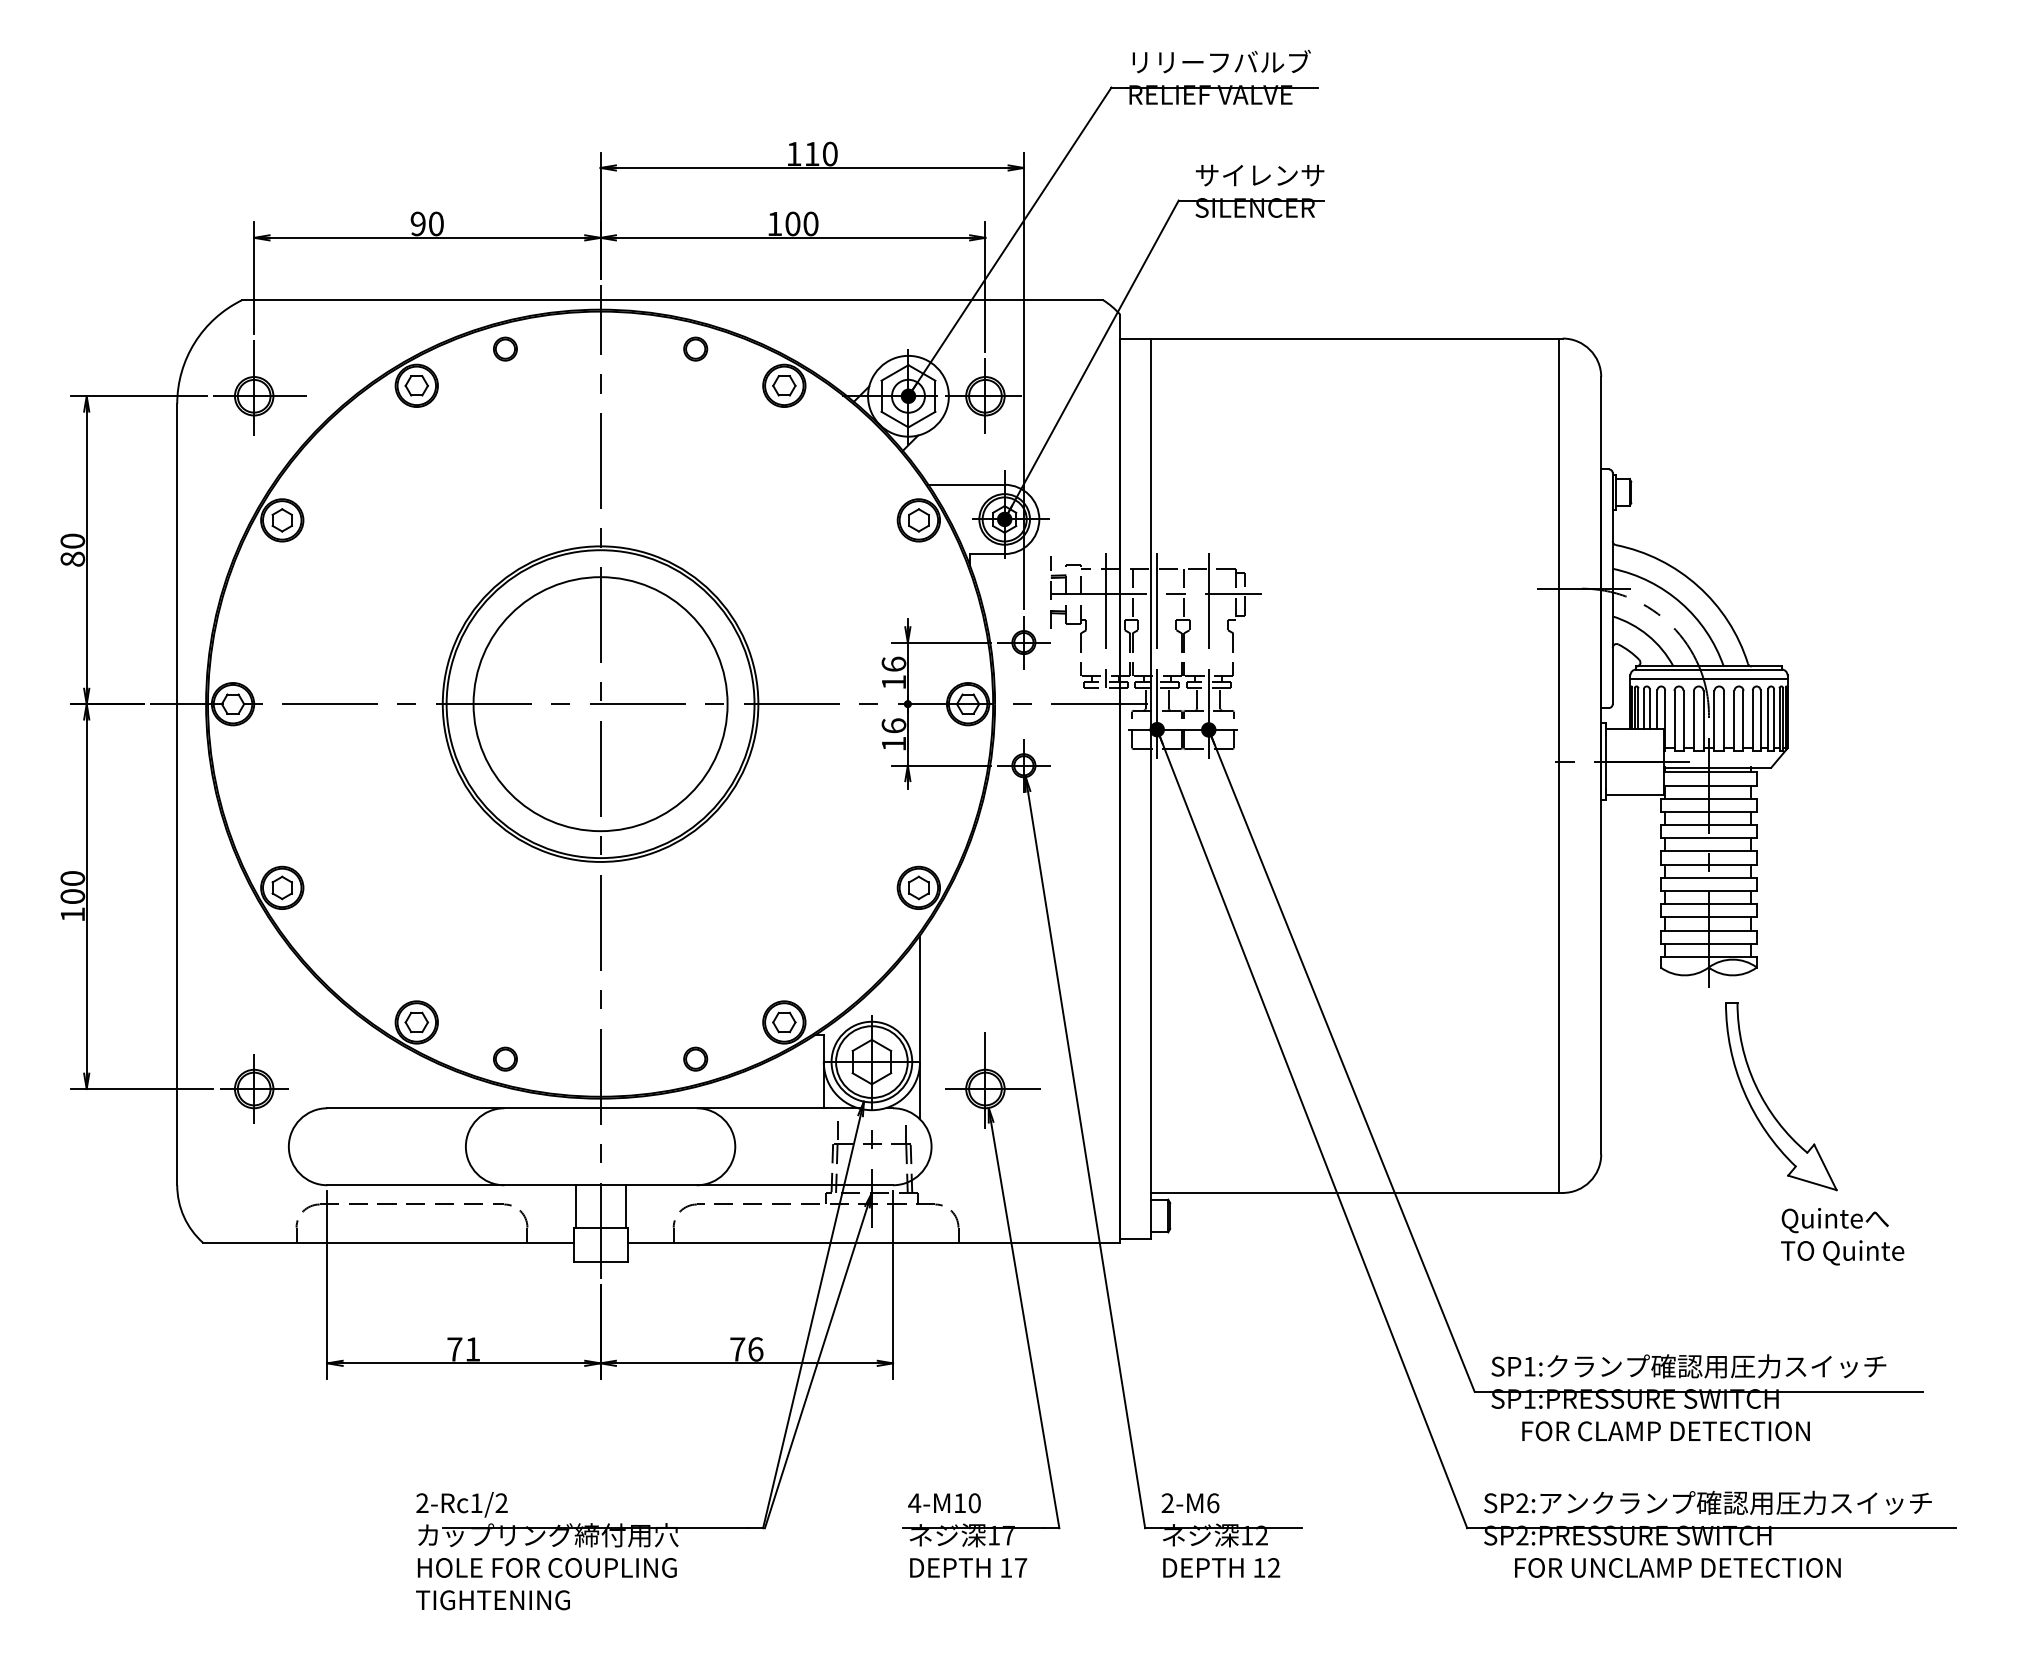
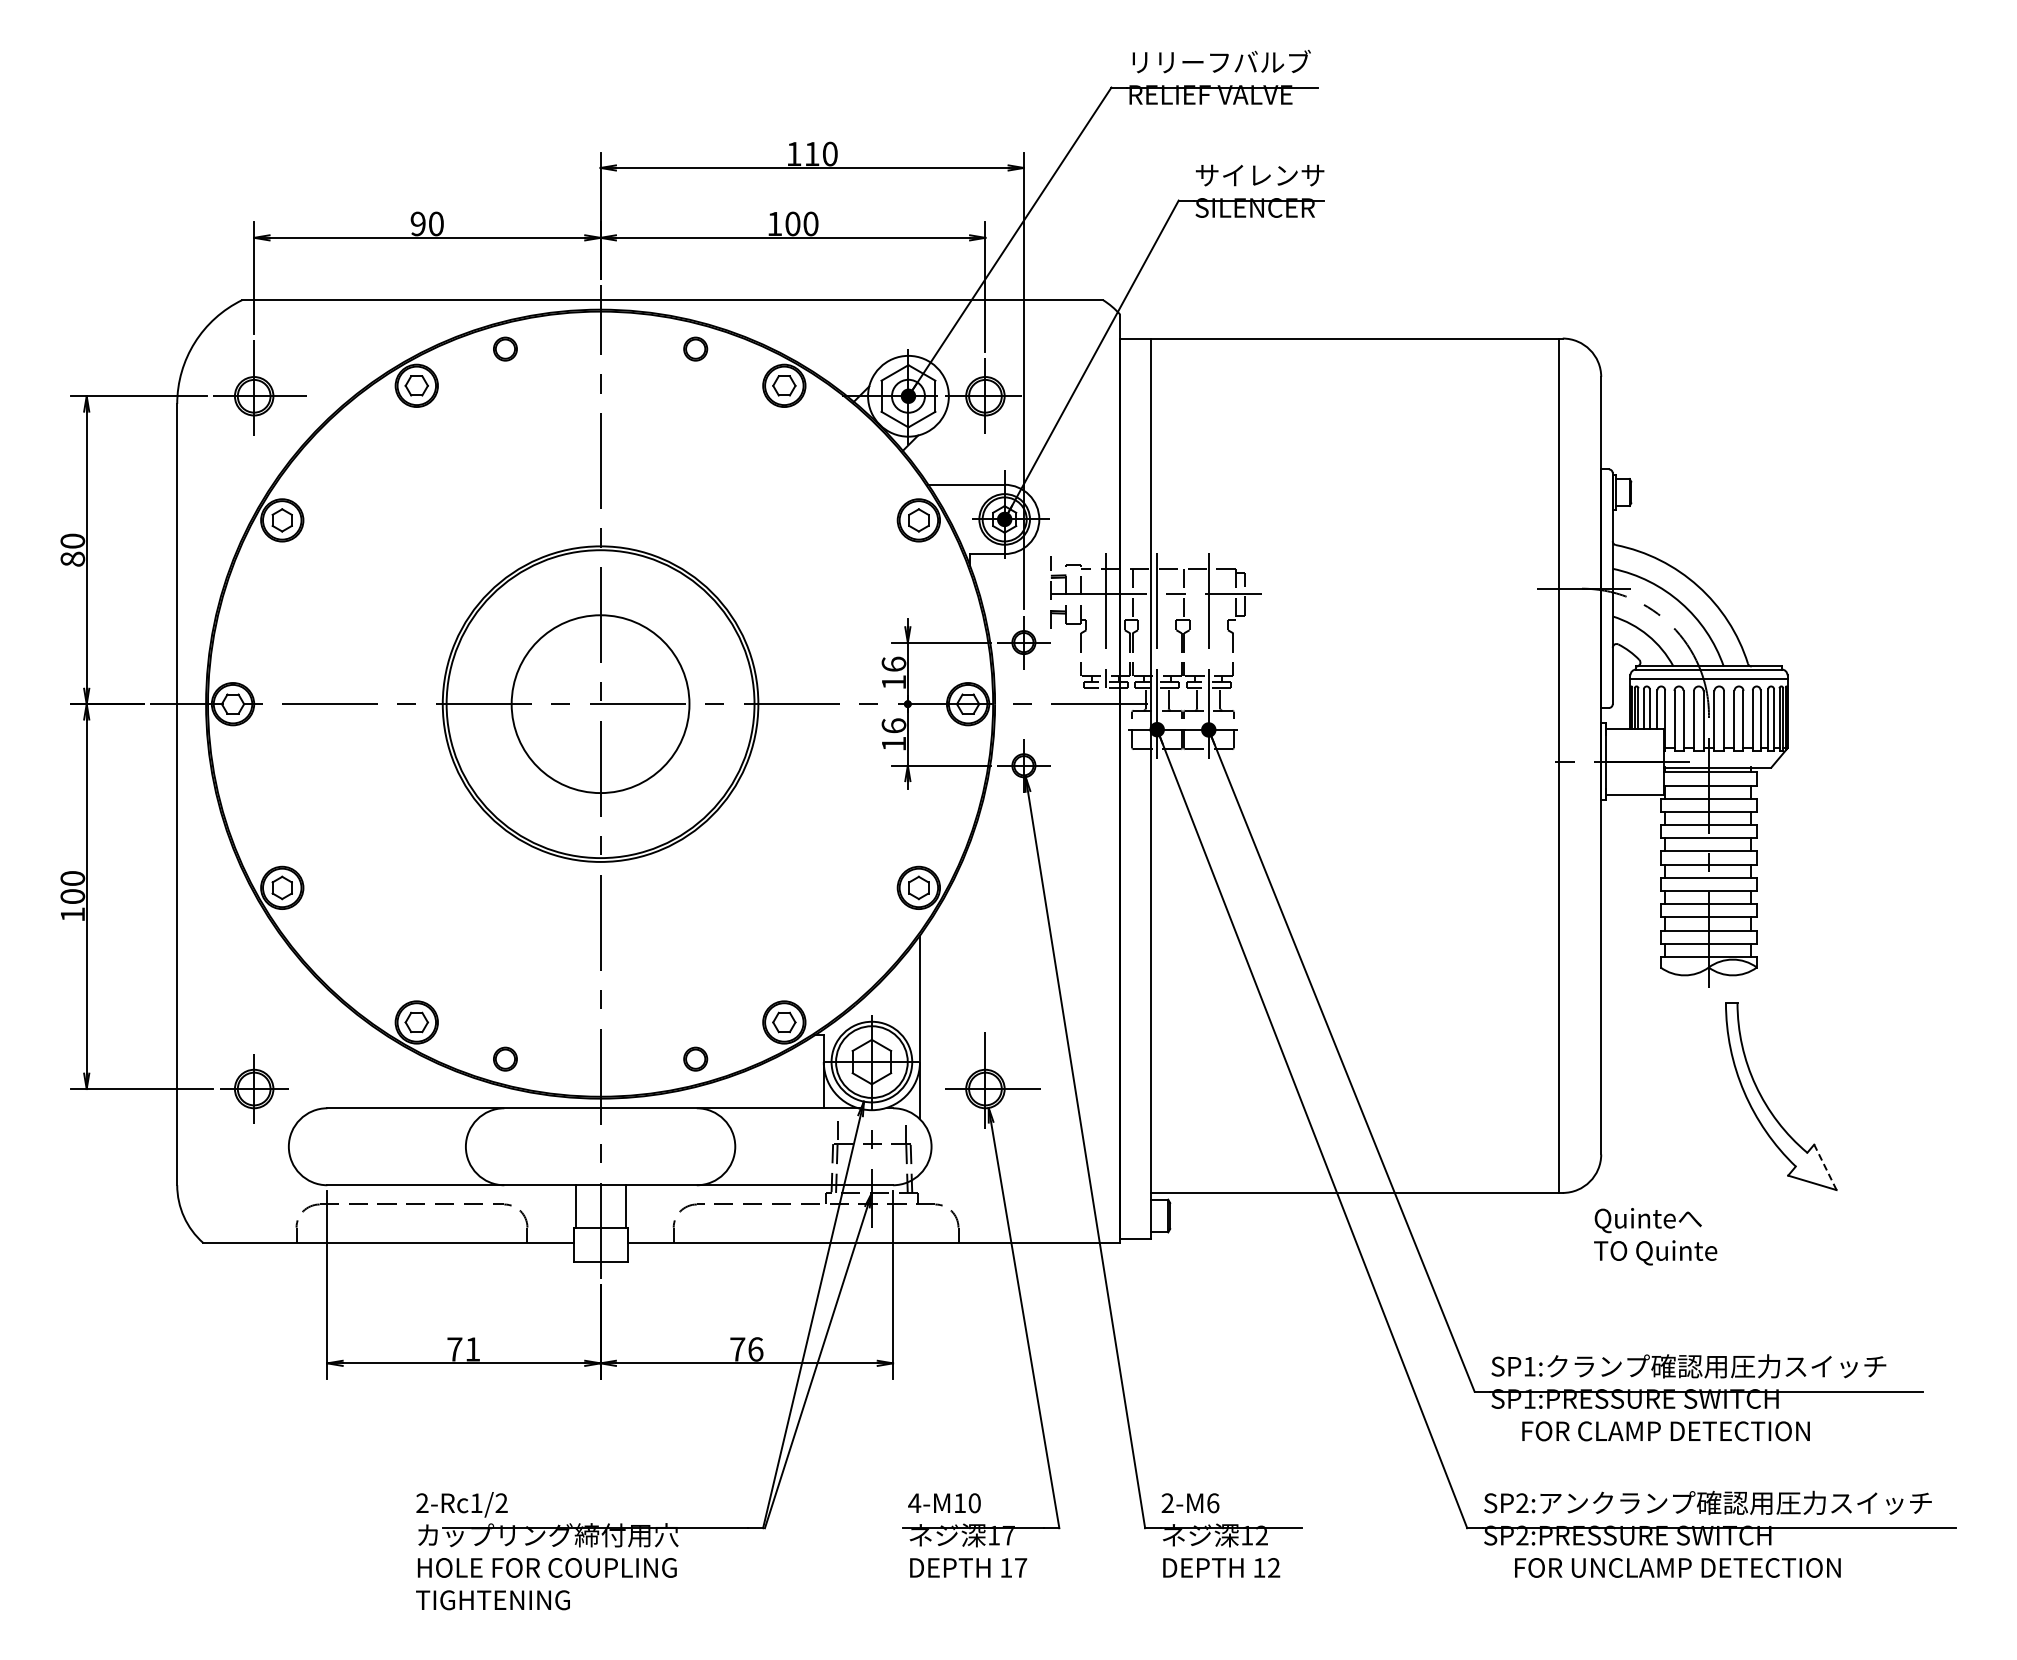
circle at (600, 704) diameter: 254 px -> 178 px
line at (1825, 1166): solid -> dashed
text at (1842, 1236) position: (1842, 1236) -> (1655, 1236)
